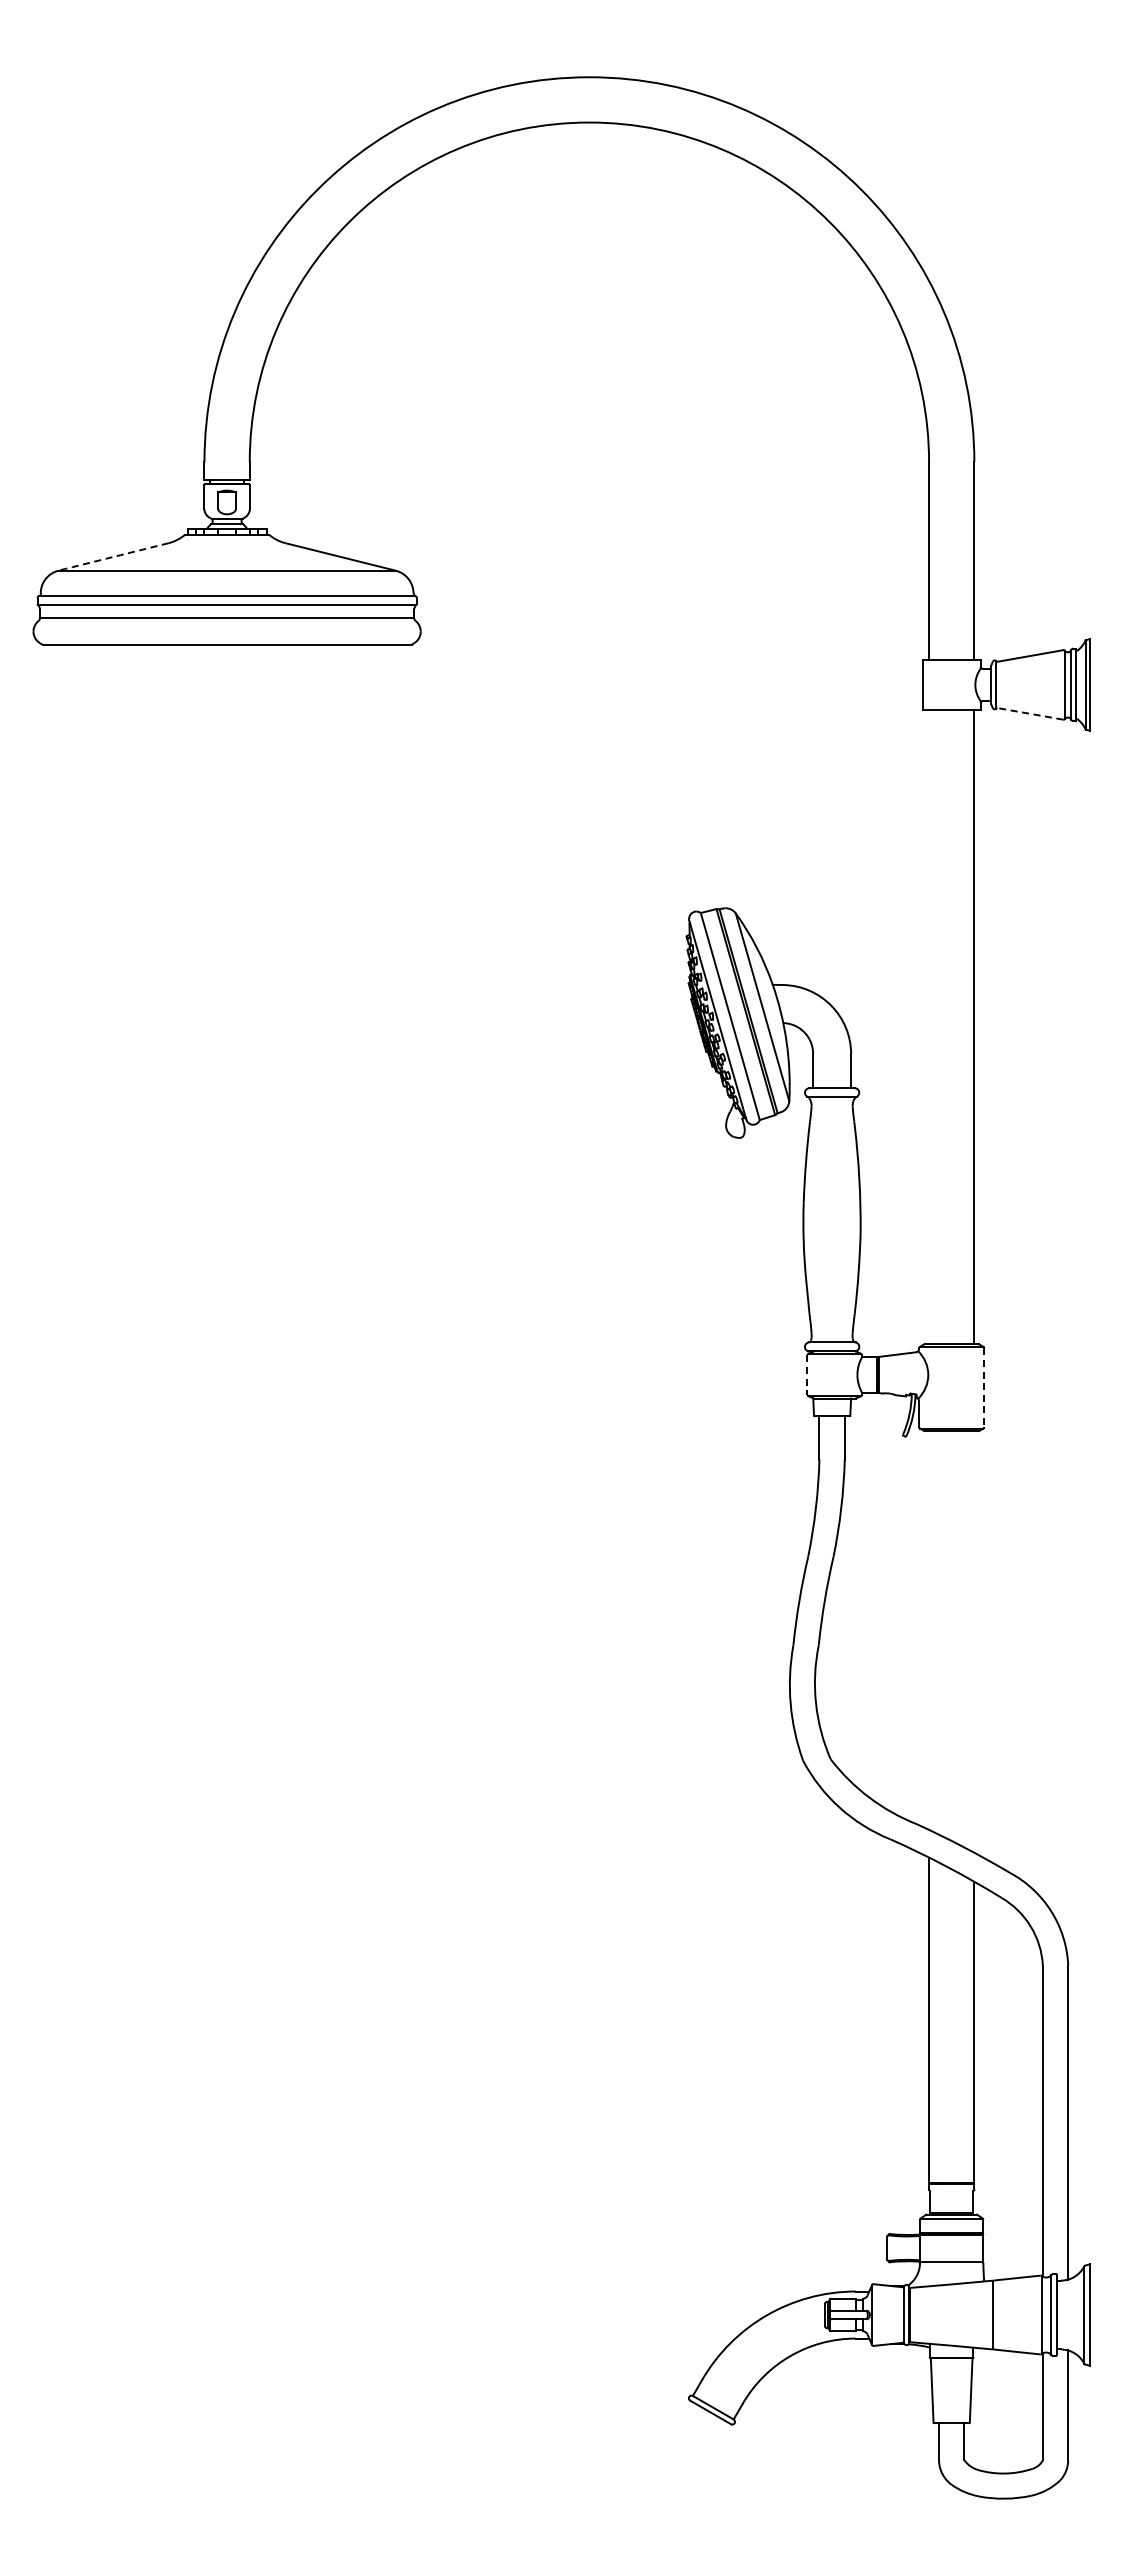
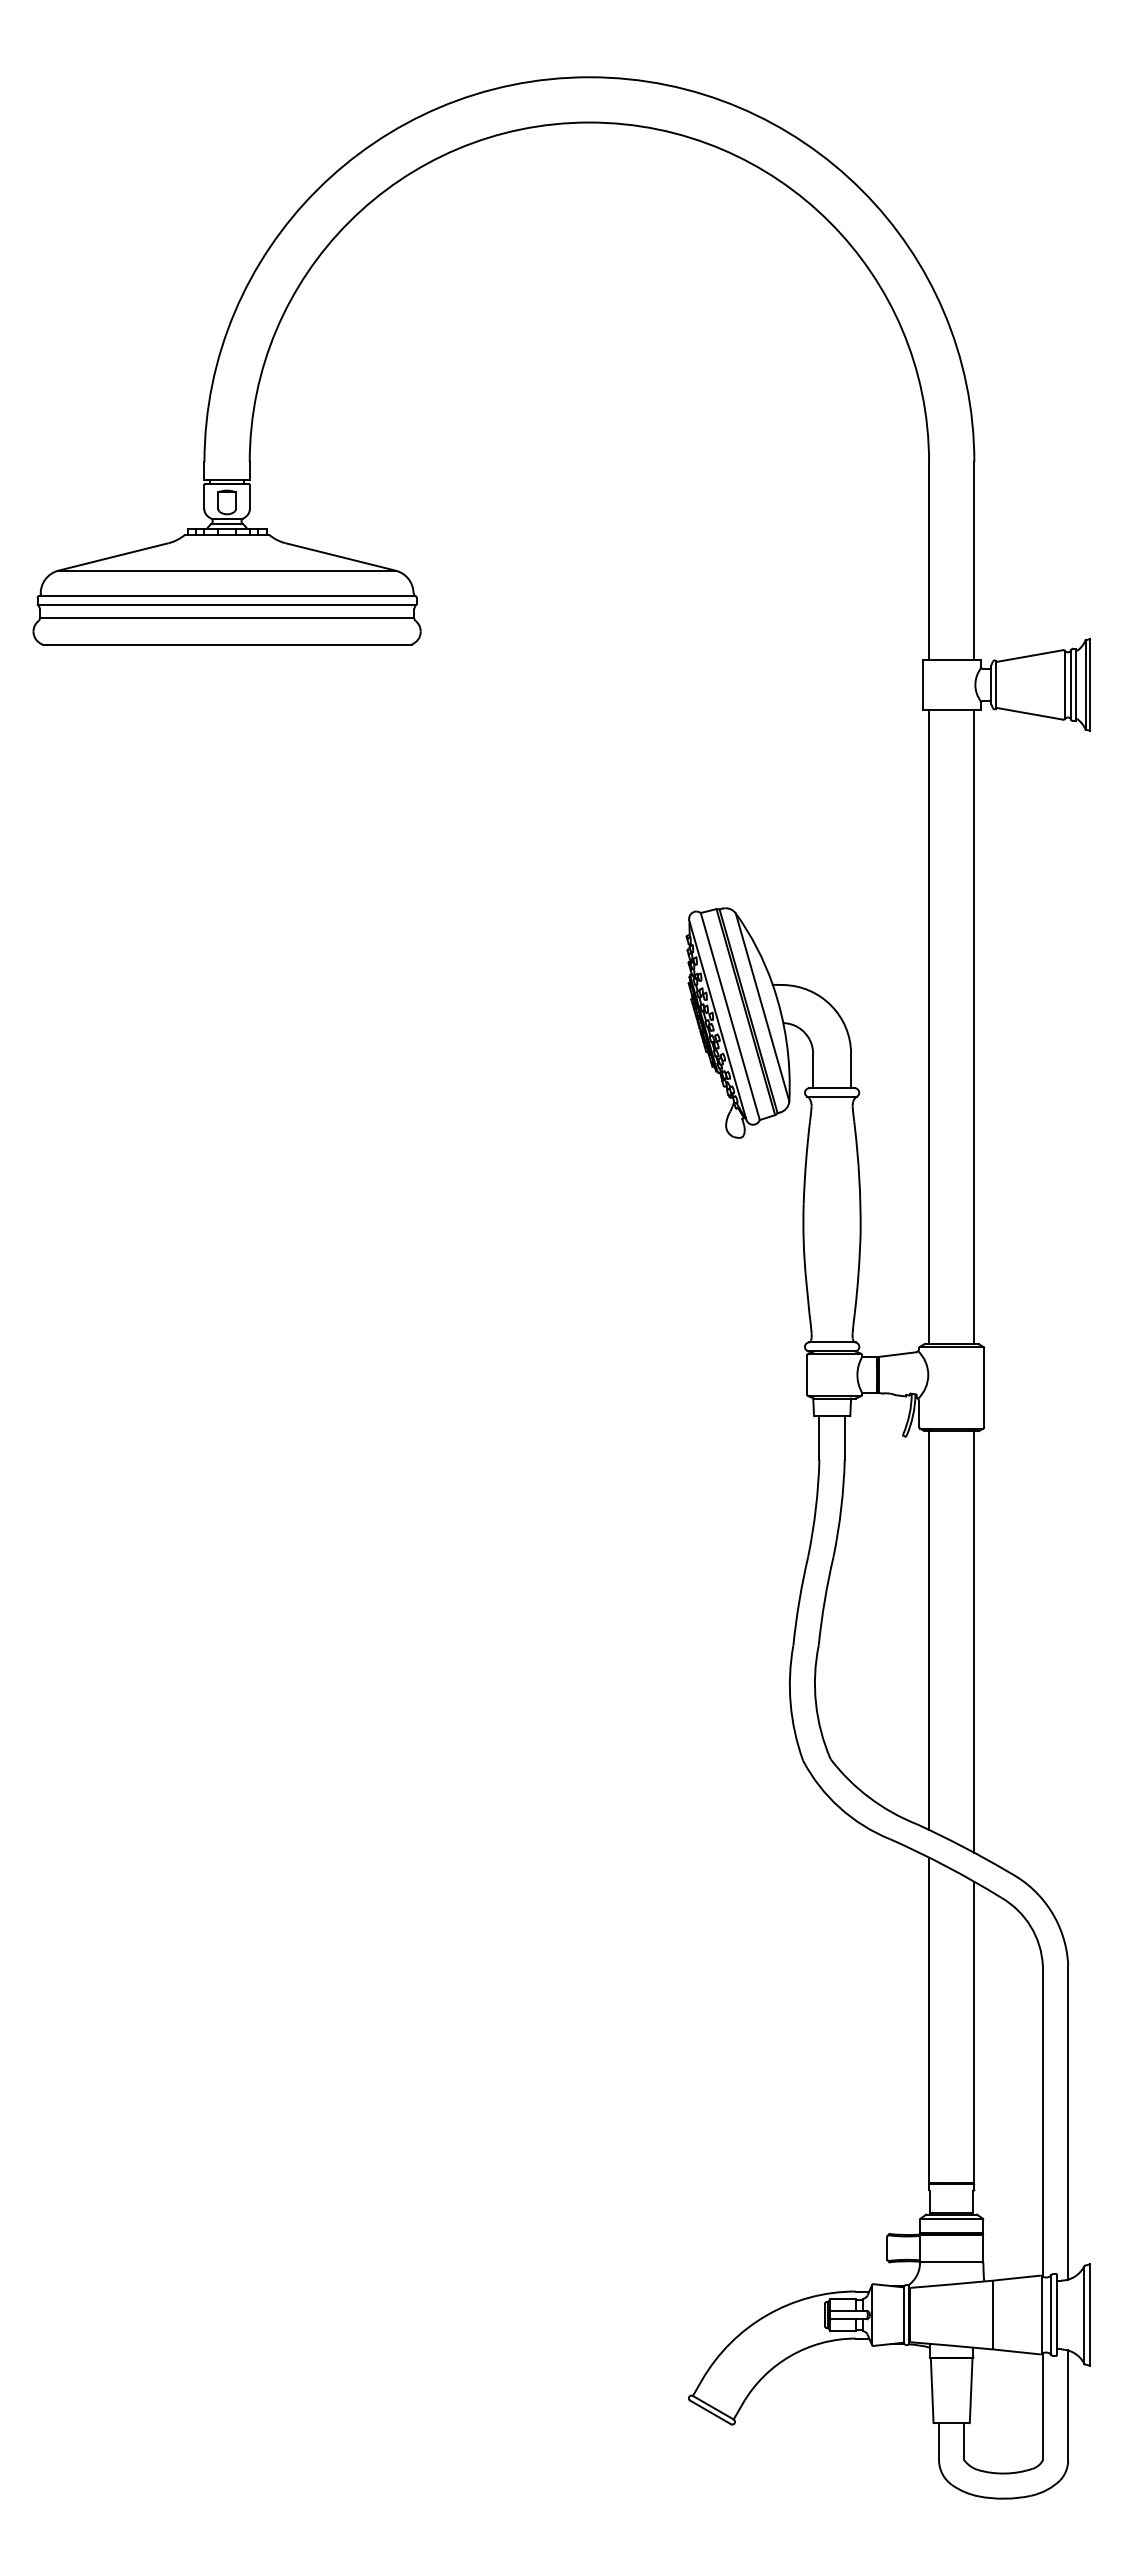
arc at (113, 556): dashed -> solid
line at (1029, 713): dashed -> solid
line at (929, 1027): none -> present
line at (807, 1375): dashed -> solid
line at (984, 1388): dashed -> solid
line at (929, 1630): none -> present
line at (974, 1641): none -> present
